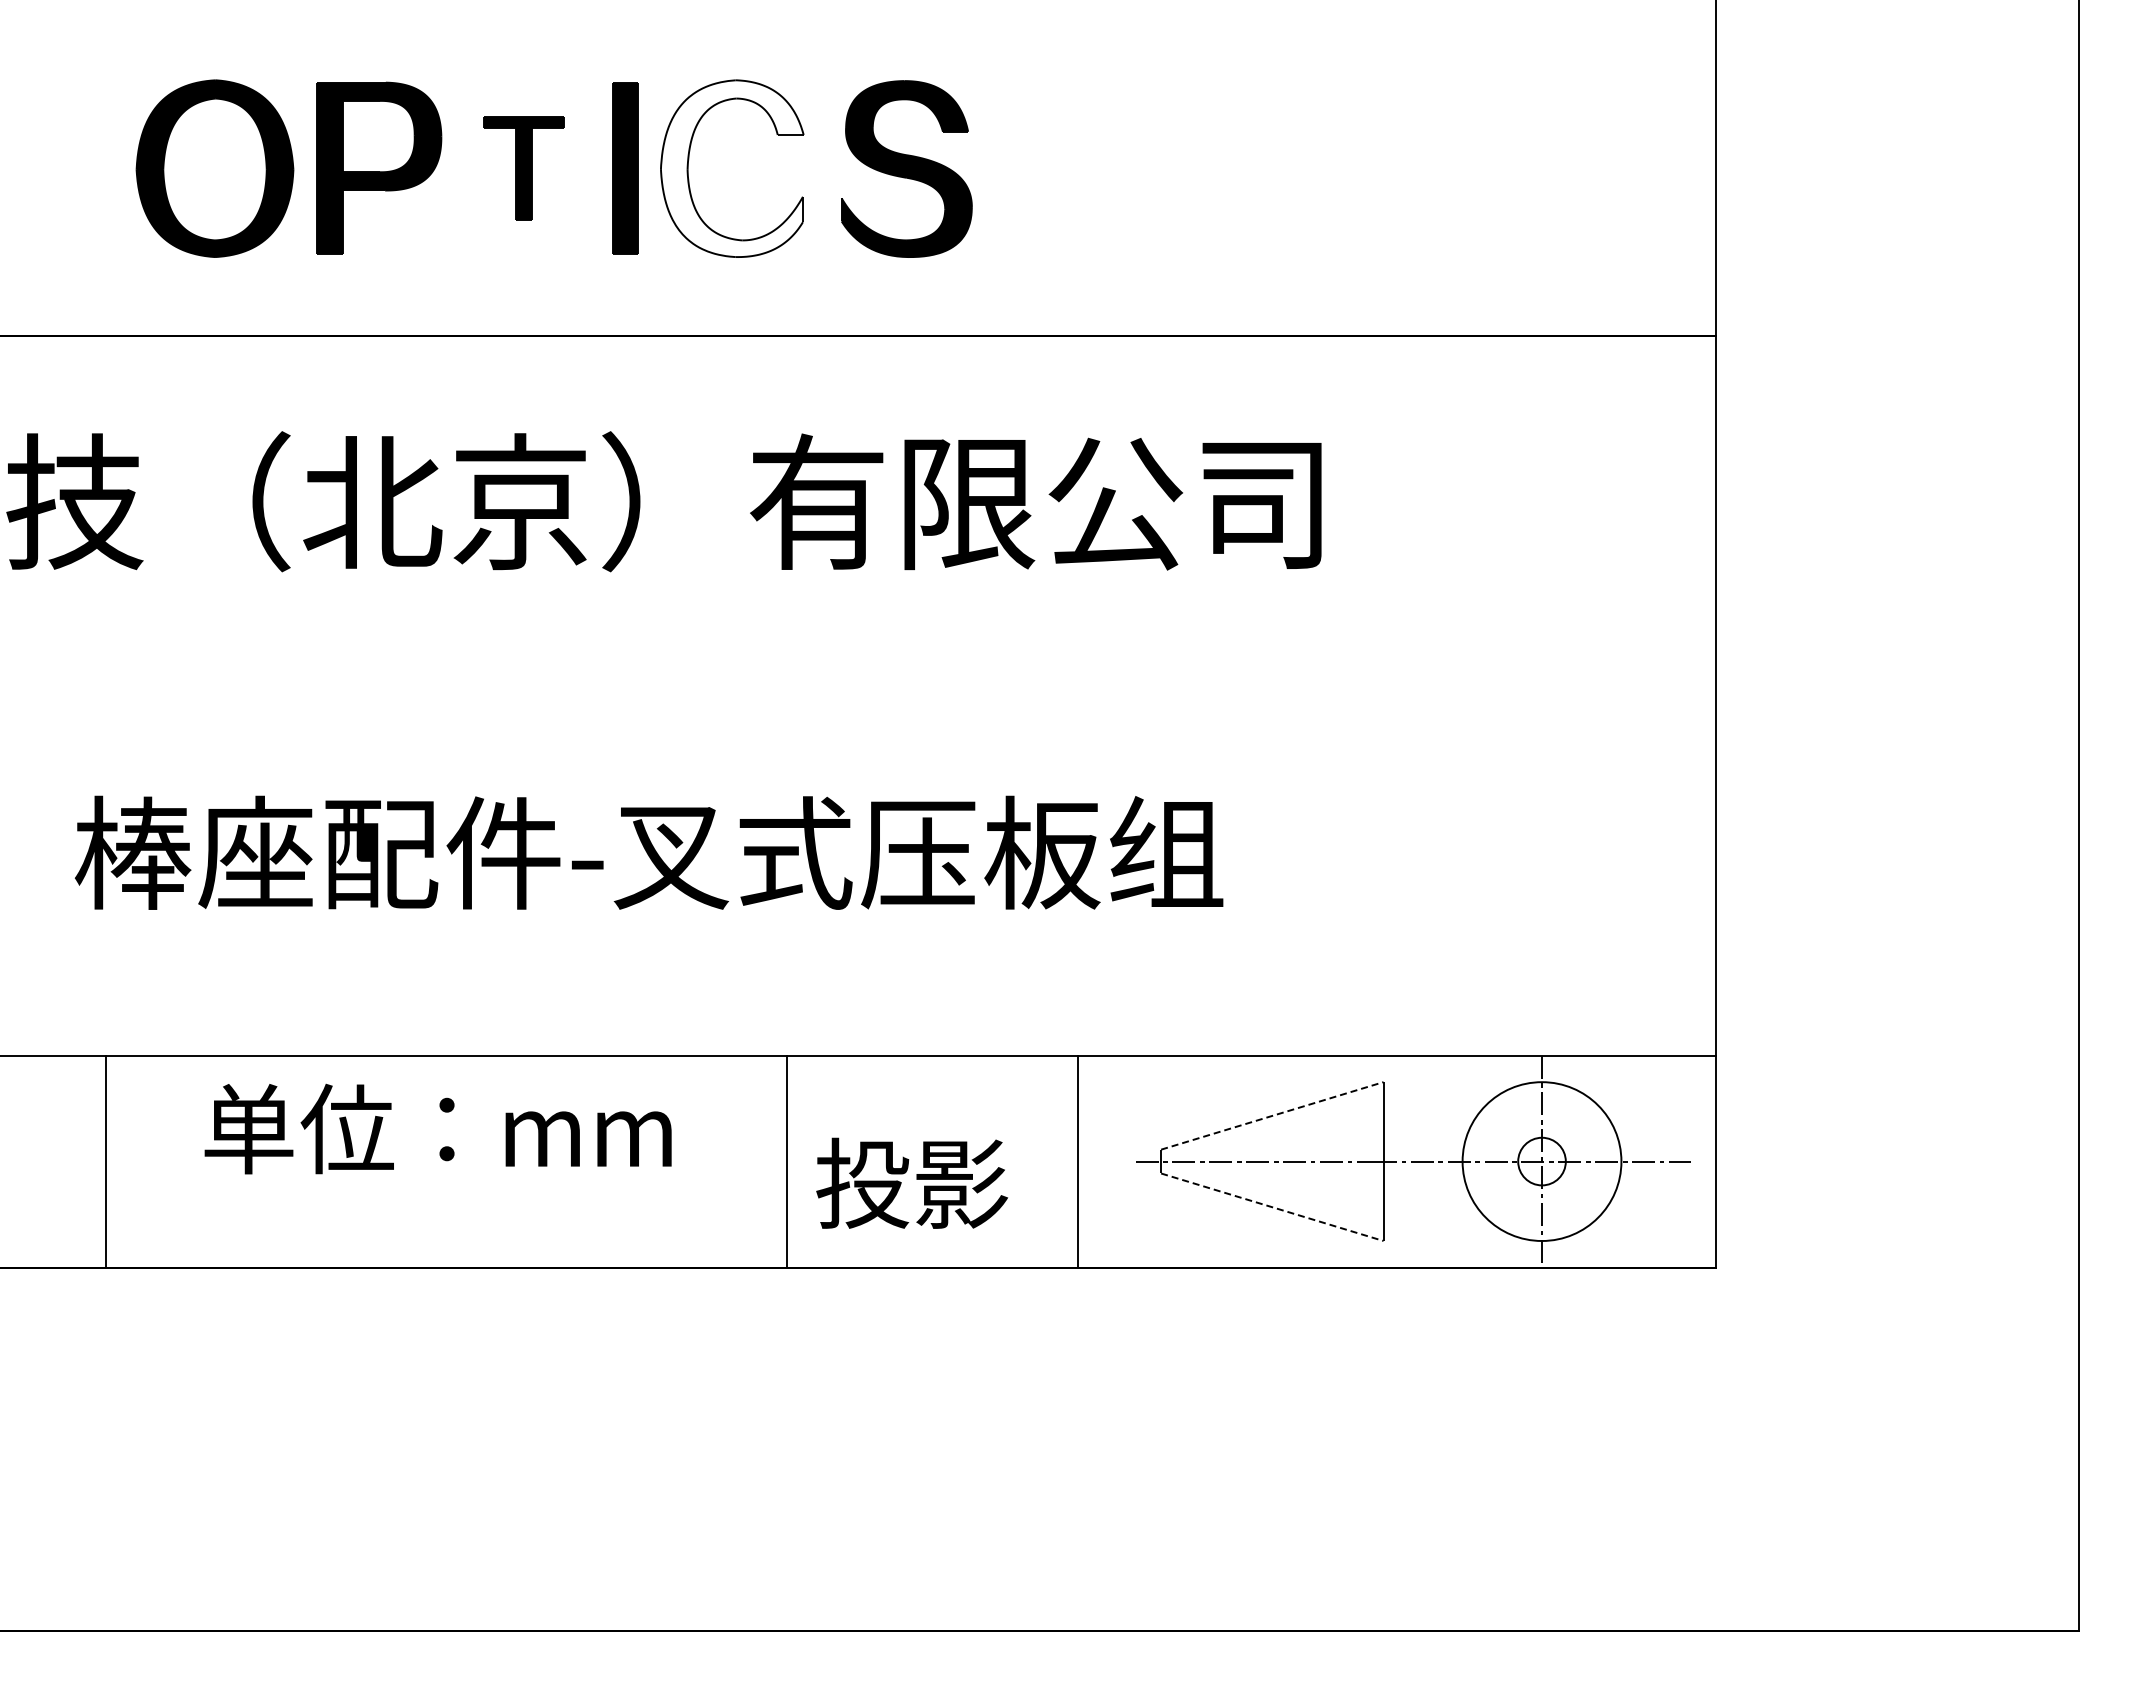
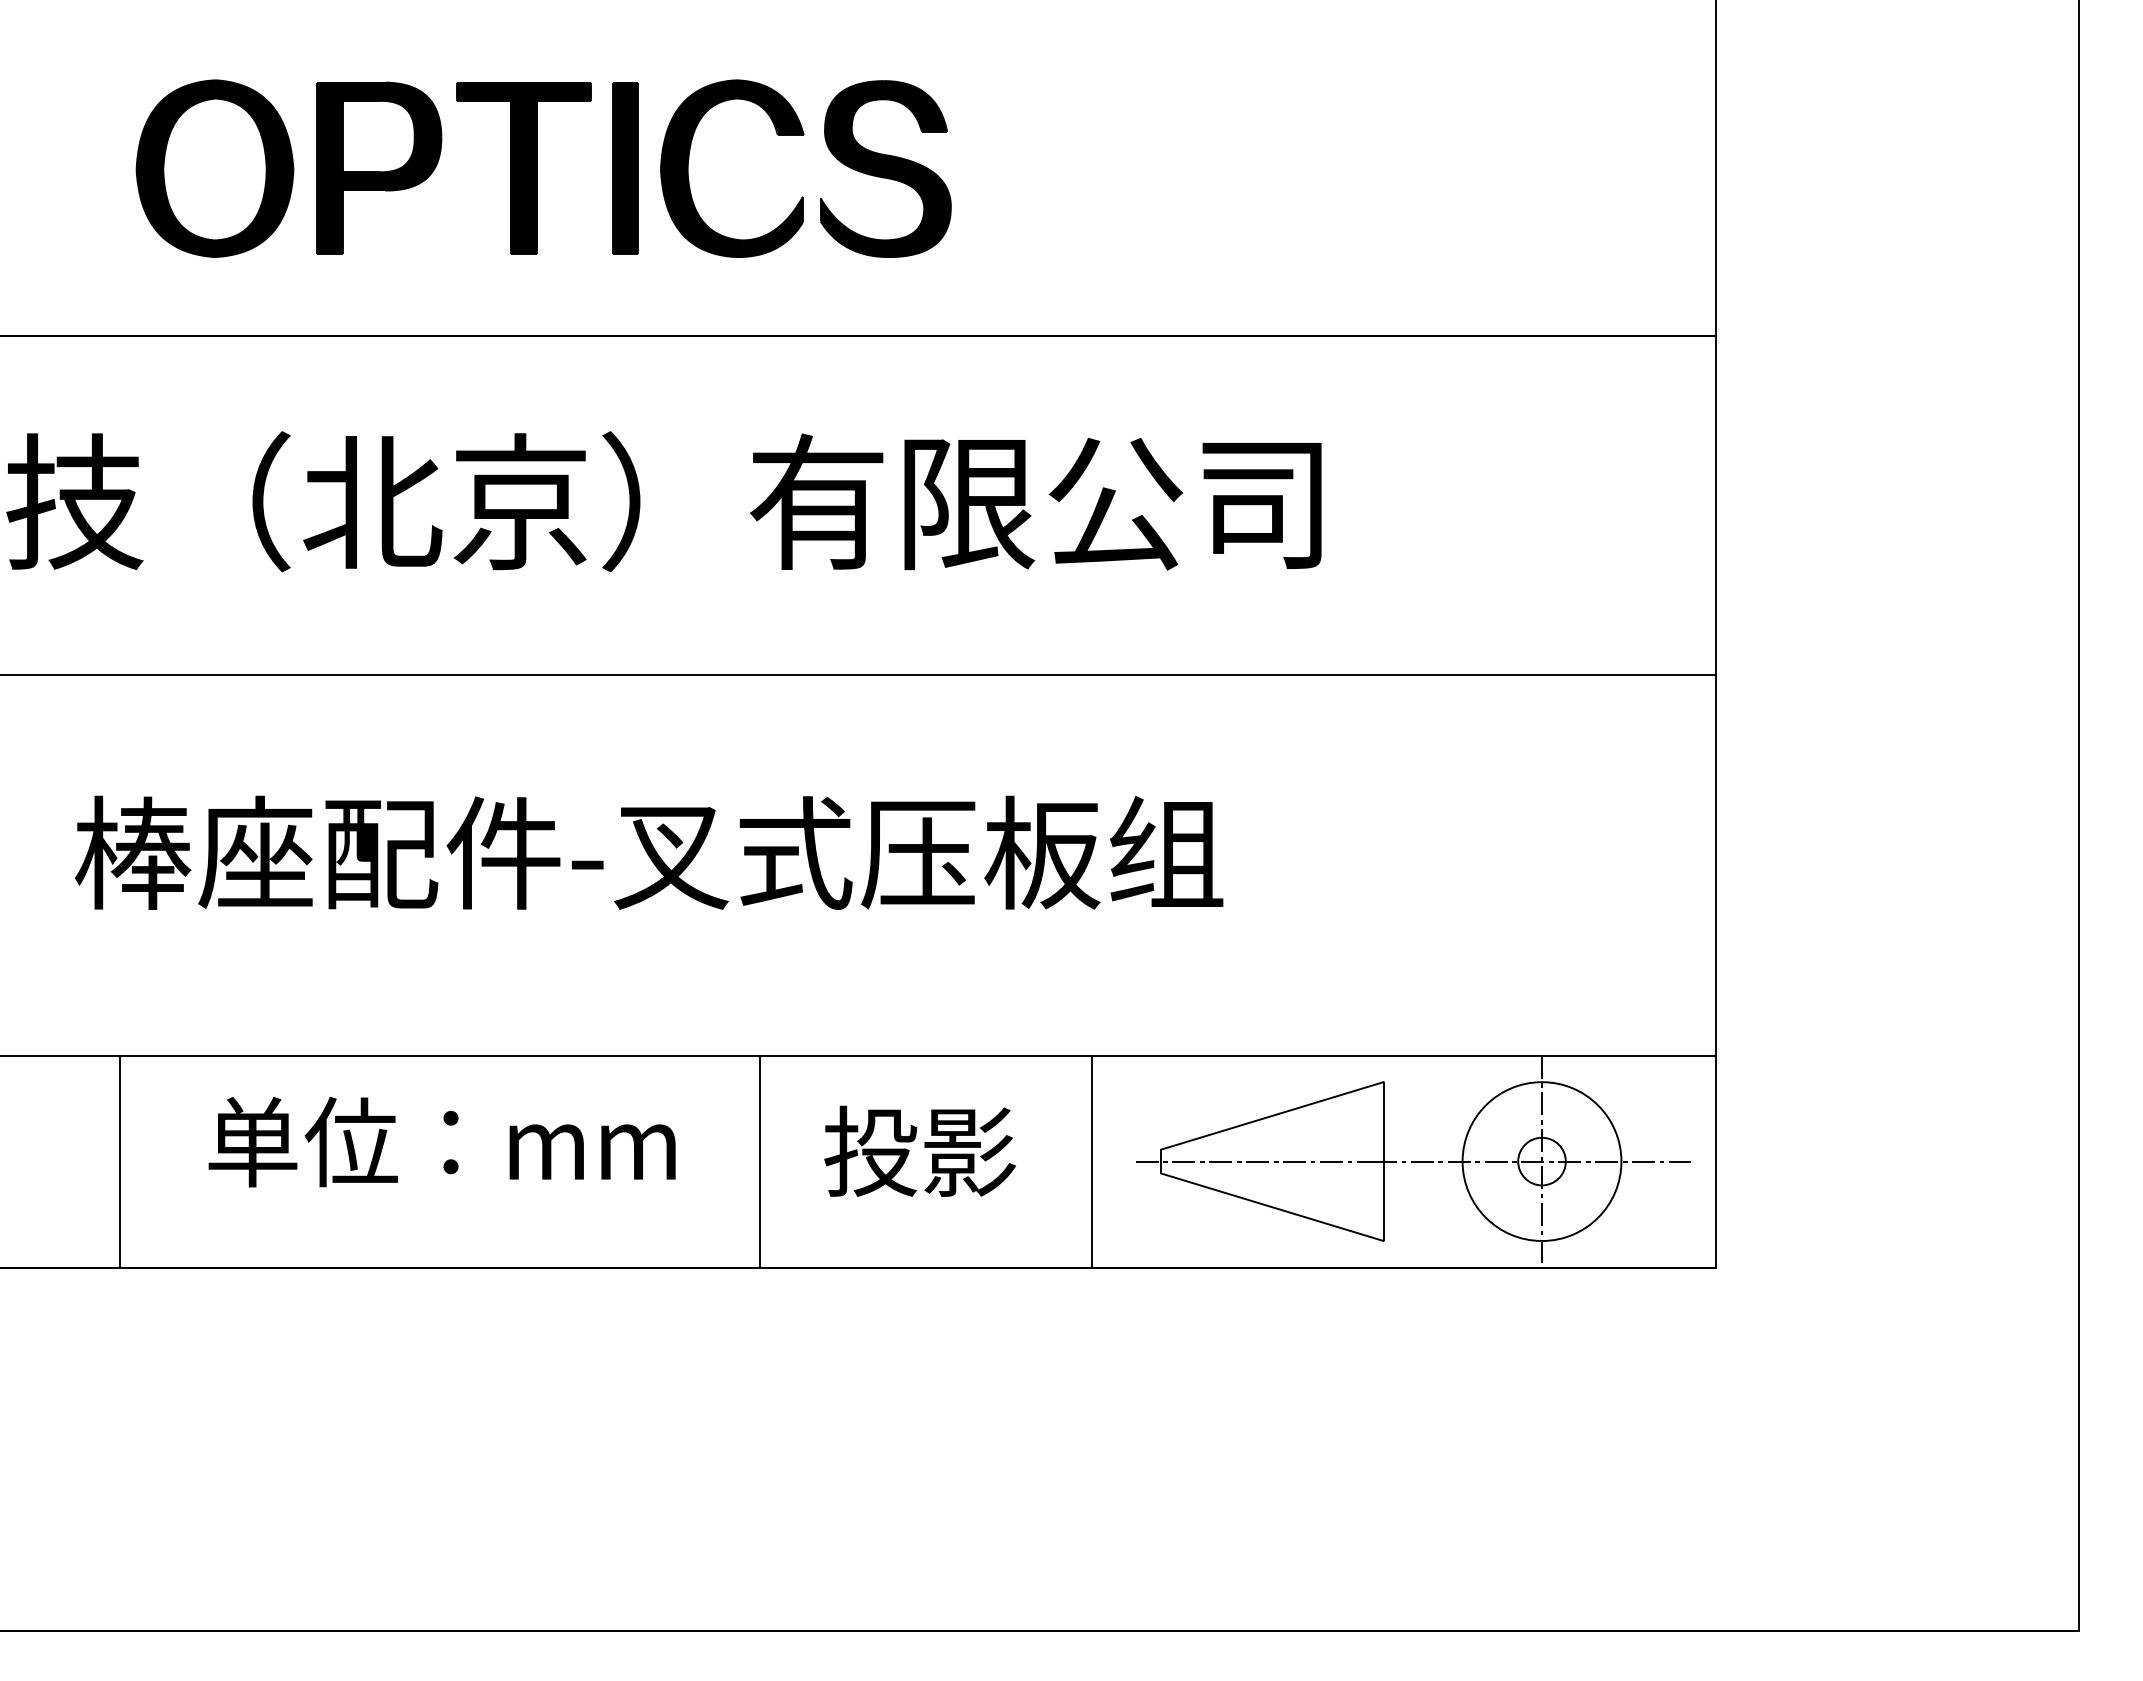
part at (523, 168) size: 82x105 px -> 136x173 px
fill at (731, 168): none -> present
part at (906, 168) position: (906, 168) -> (885, 168)
line at (858, 674): none -> present
line at (1272, 1115): dashed -> solid
text at (437, 1128) position: (437, 1128) -> (441, 1141)
line at (105, 1161) position: (105, 1161) -> (119, 1161)
line at (787, 1161) position: (787, 1161) -> (760, 1161)
line at (1077, 1161) position: (1077, 1161) -> (1091, 1161)
text at (911, 1182) position: (911, 1182) -> (919, 1150)
line at (1272, 1207): dashed -> solid
